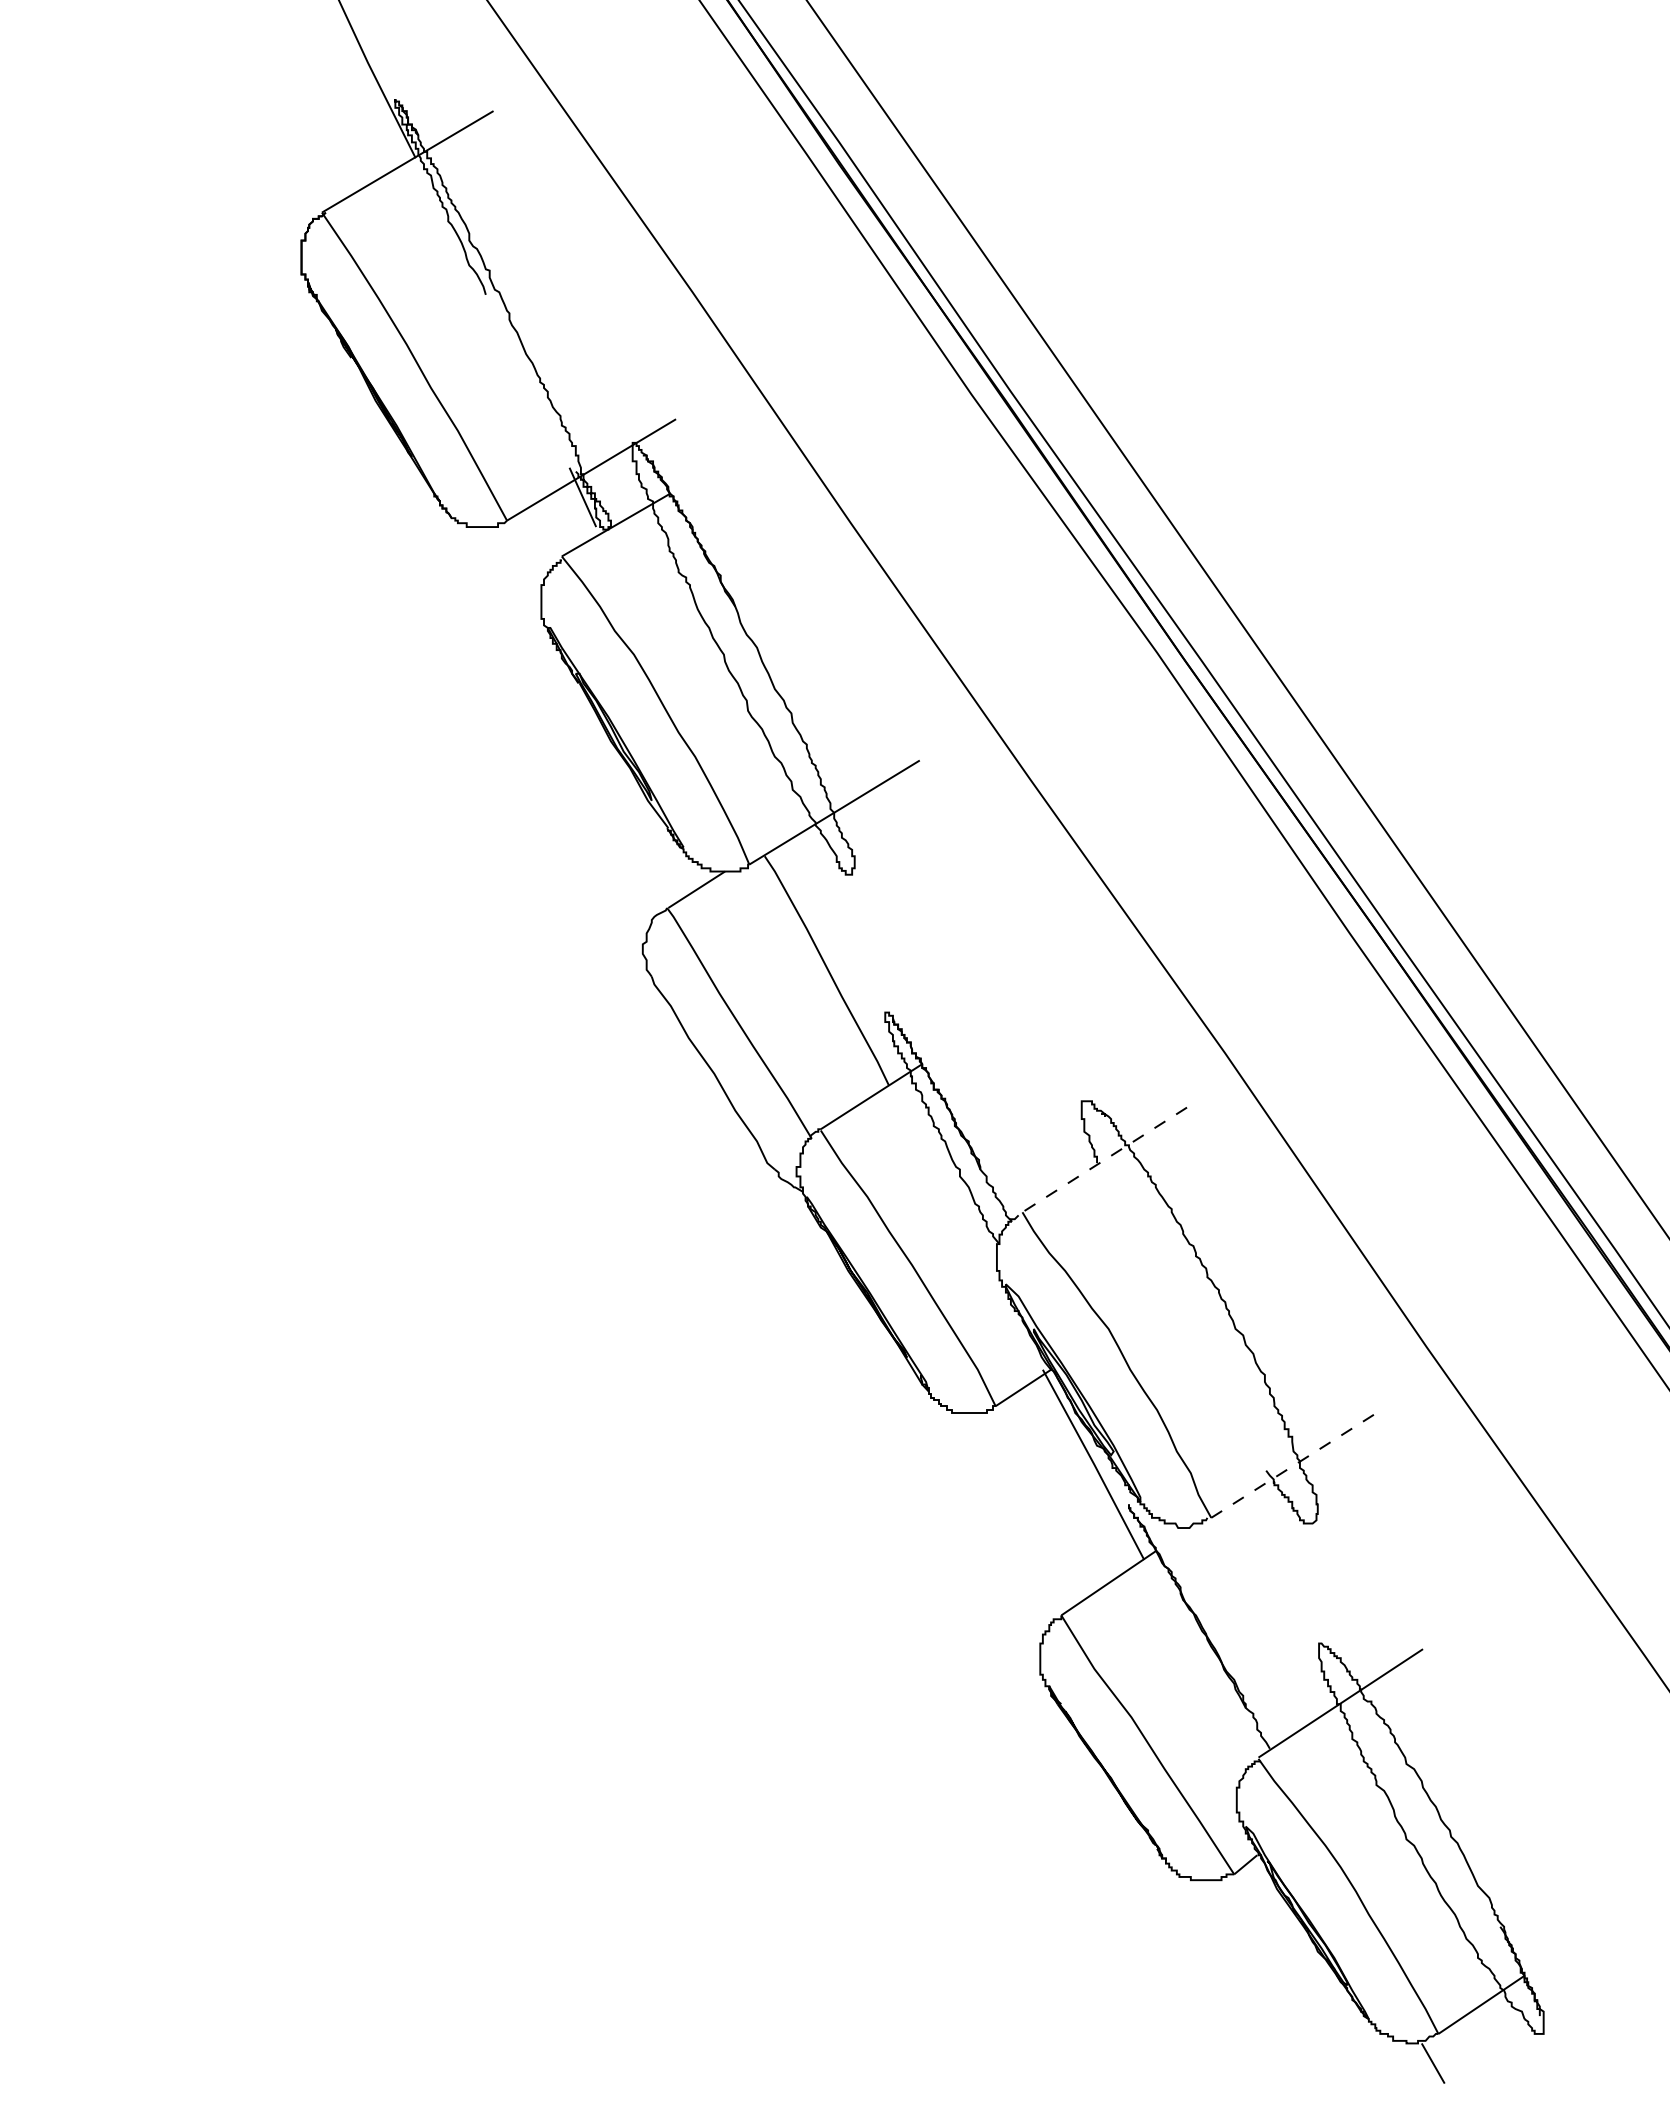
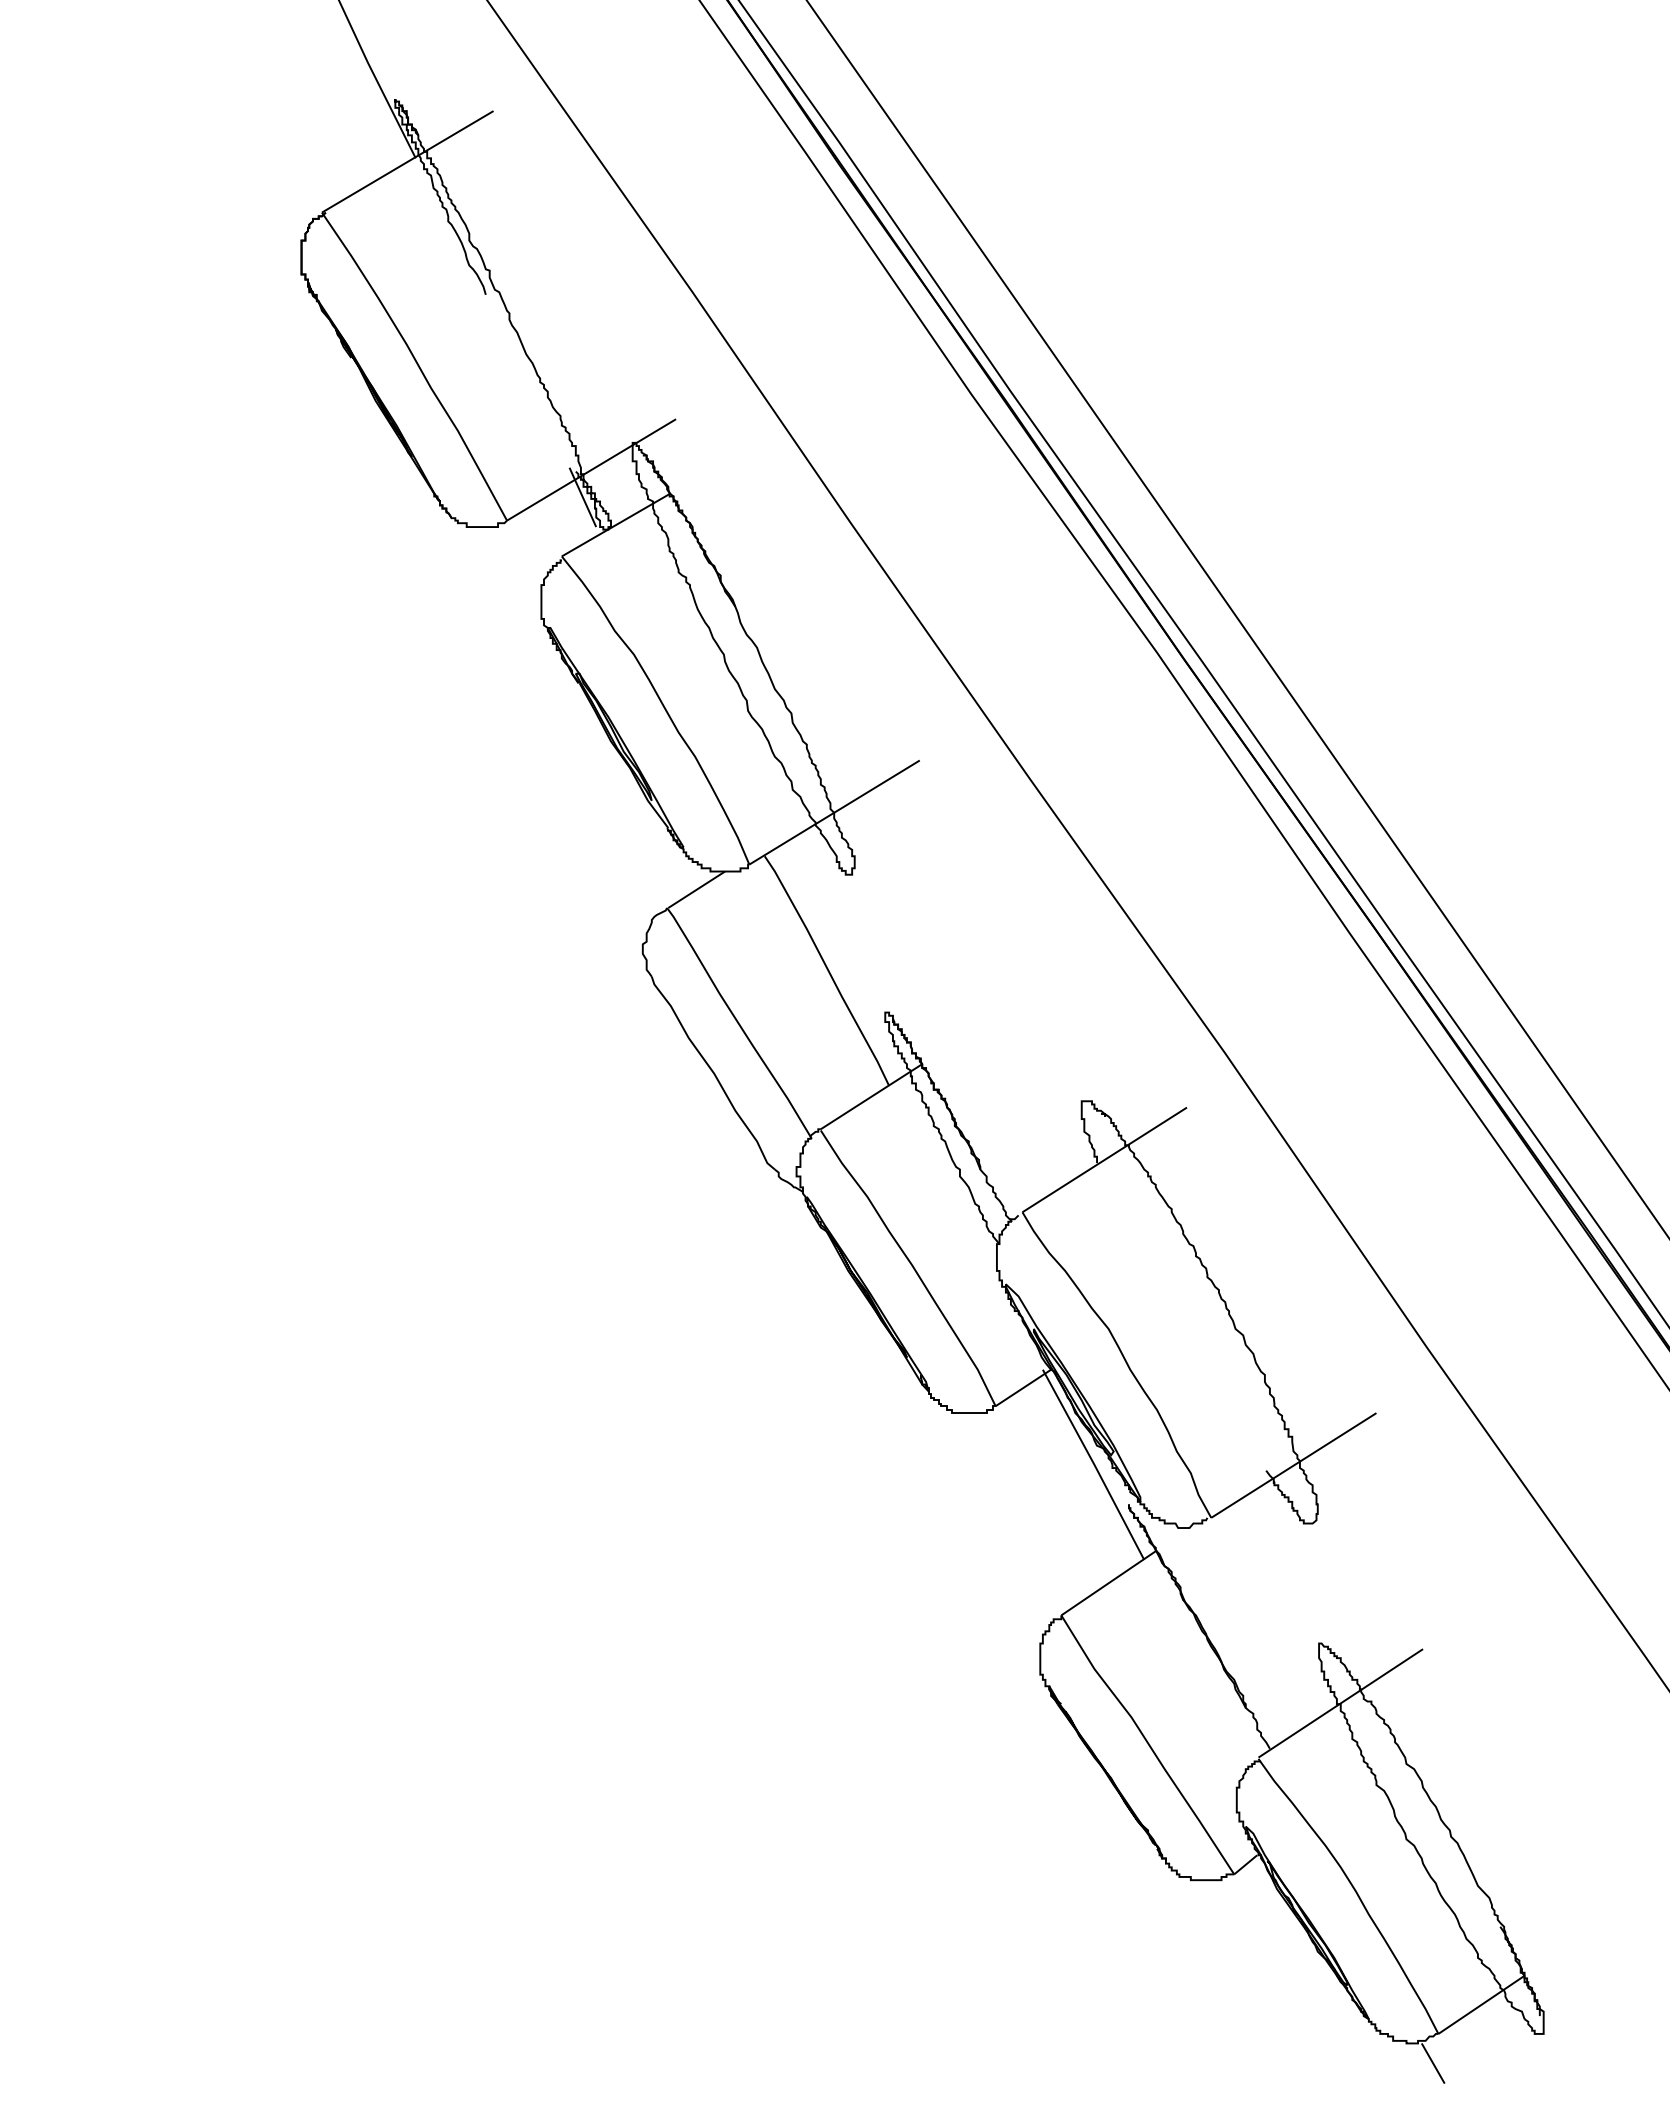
line at (1104, 1159): dashed -> solid
line at (1293, 1465): dashed -> solid
